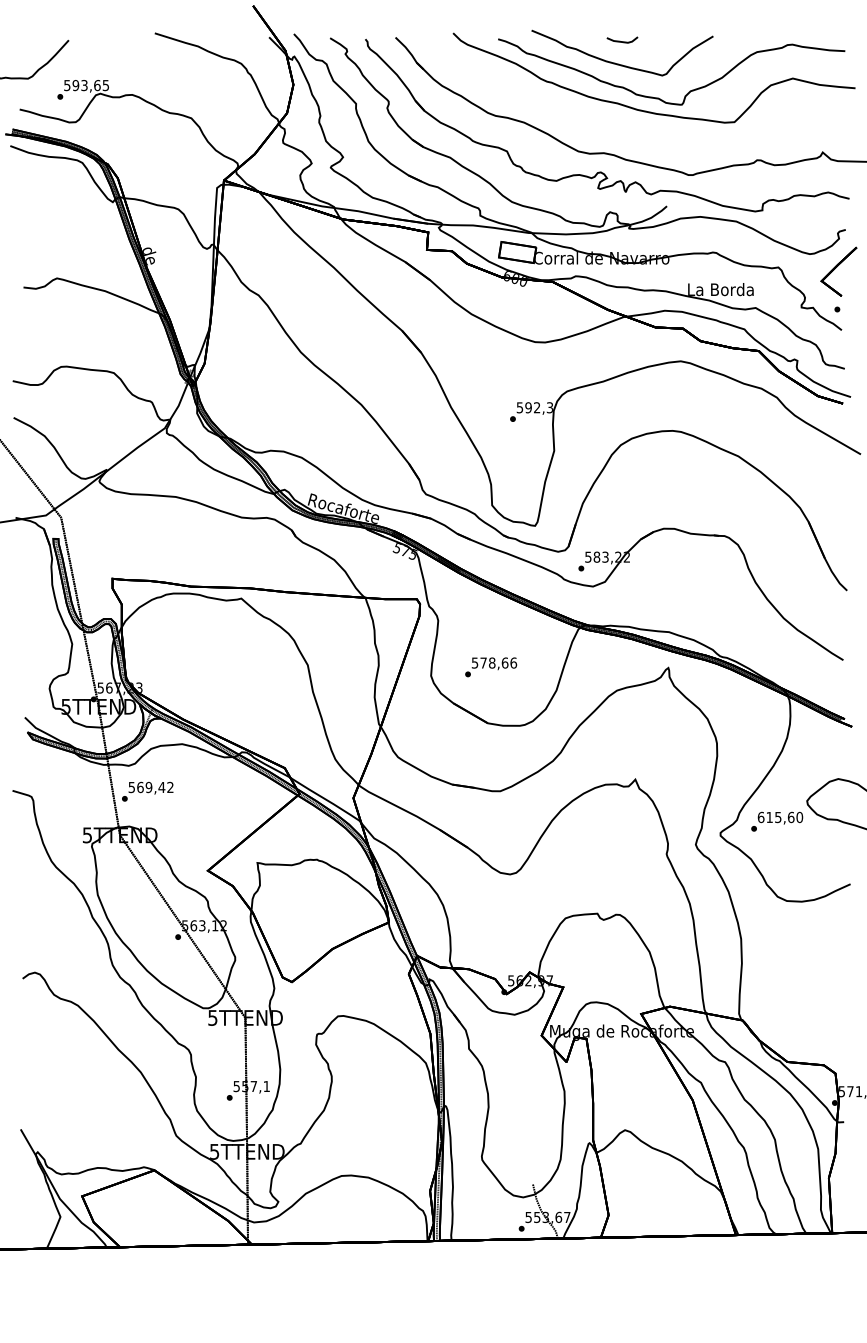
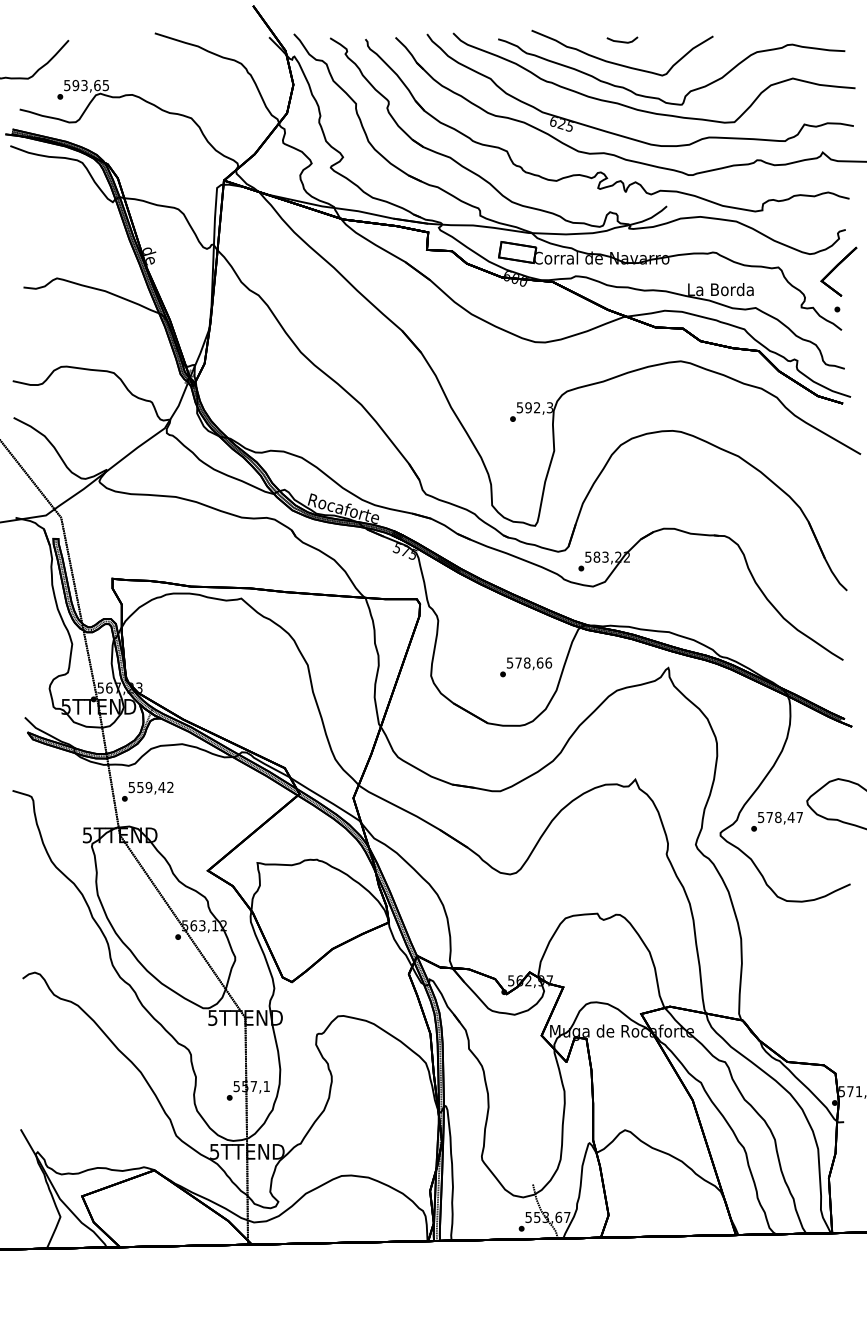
part at (627, 136): none -> present
text at (491, 667) position: (491, 667) -> (526, 667)
text at (140, 787): 569,42 -> 559,42
text at (780, 817): 615,60 -> 578,47
